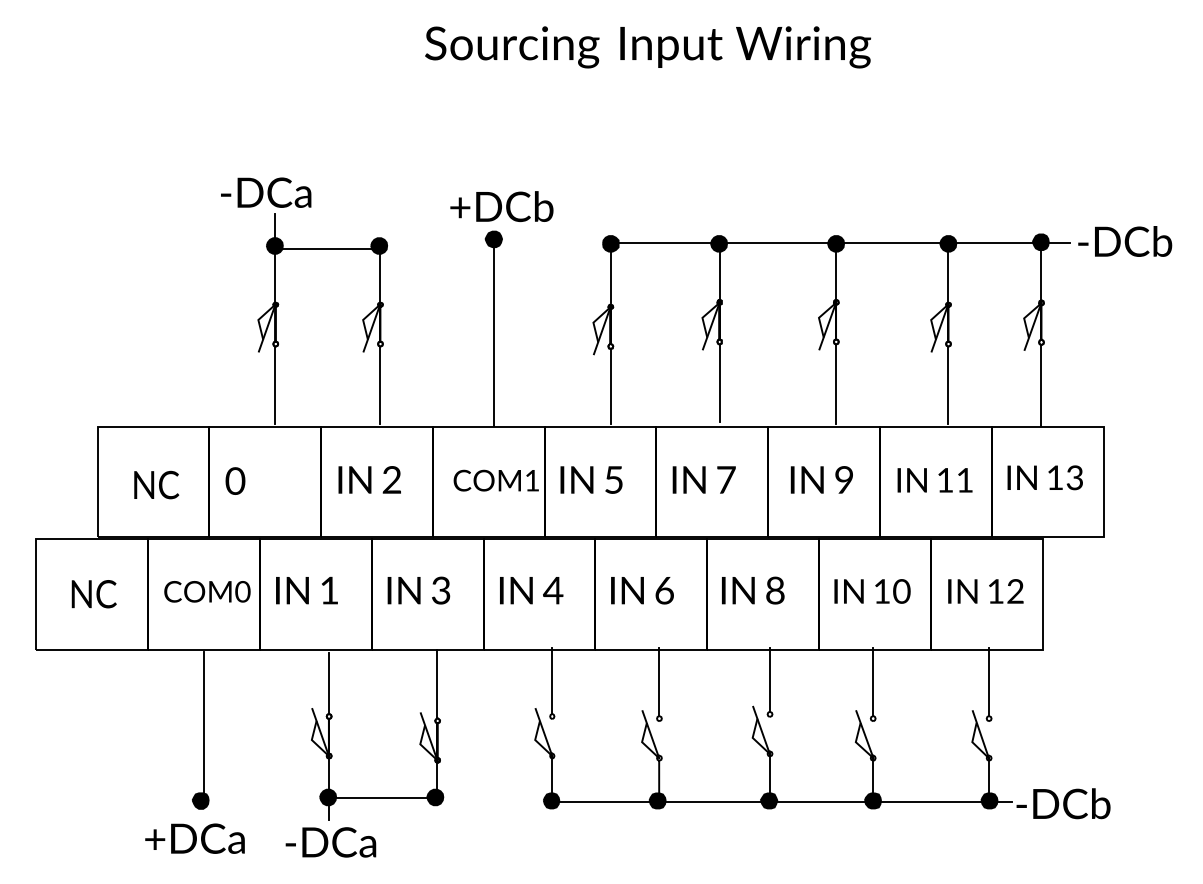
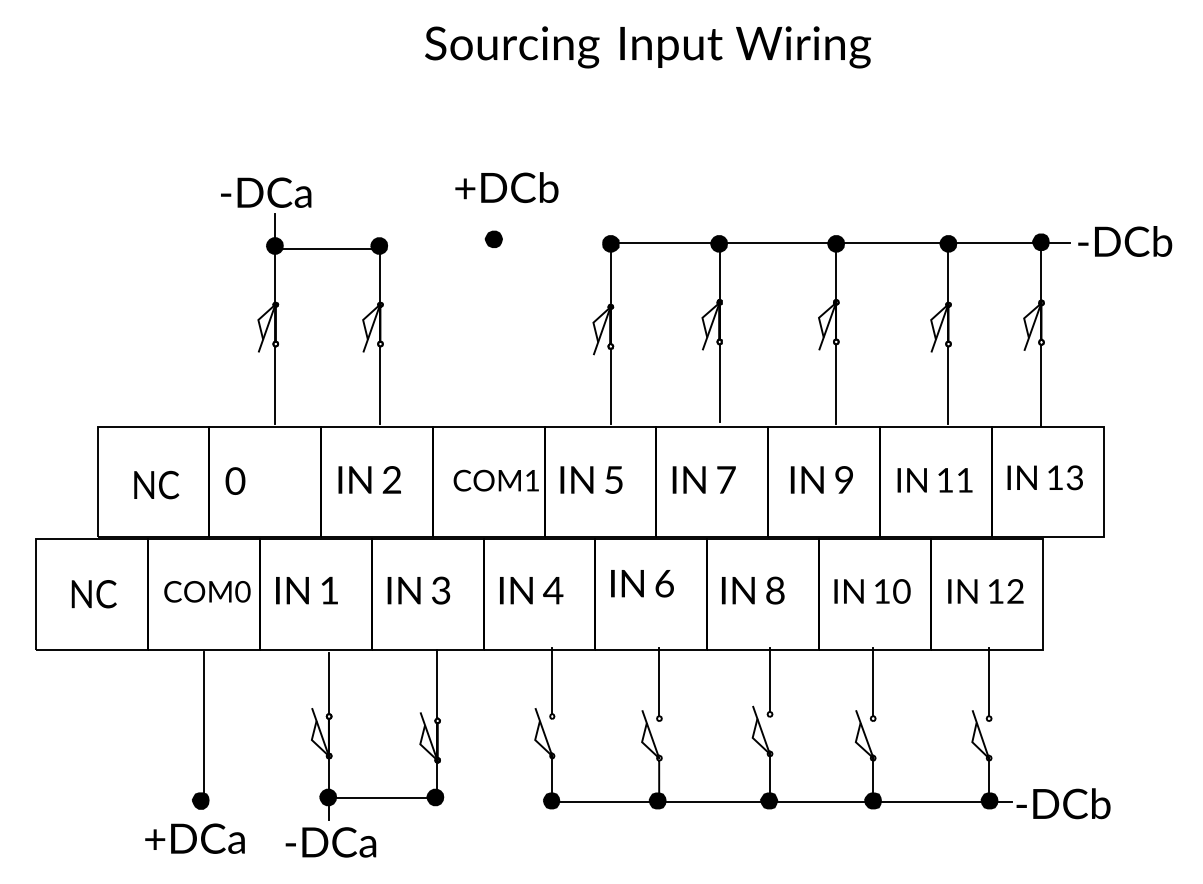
text at (501, 206) position: (501, 206) -> (506, 187)
line at (494, 331): present -> none
text at (642, 590) position: (642, 590) -> (642, 583)
